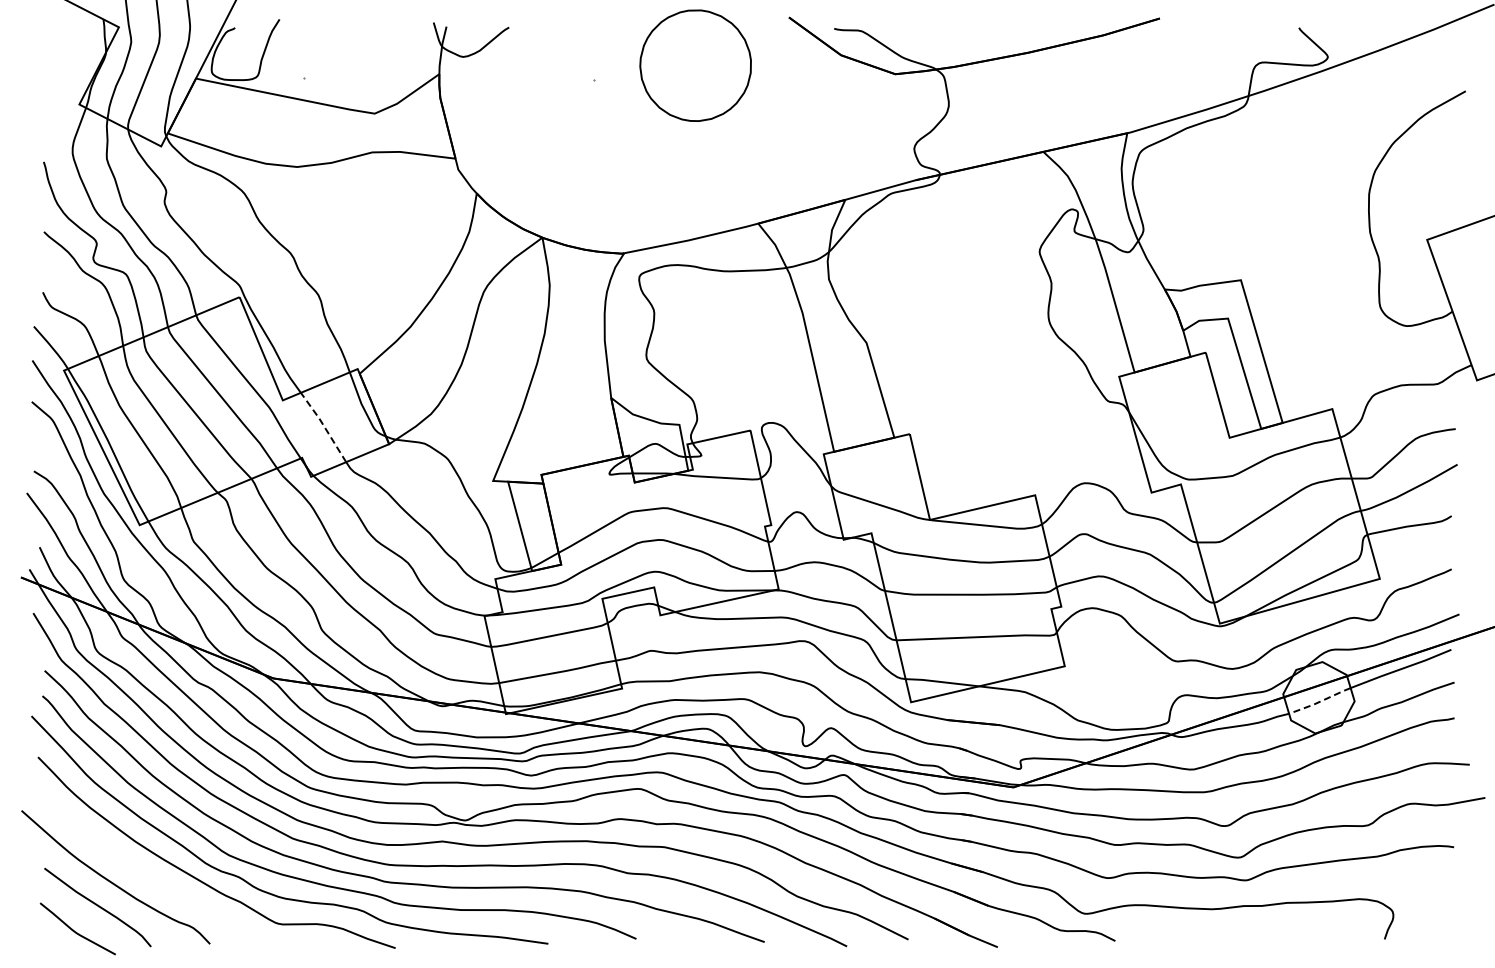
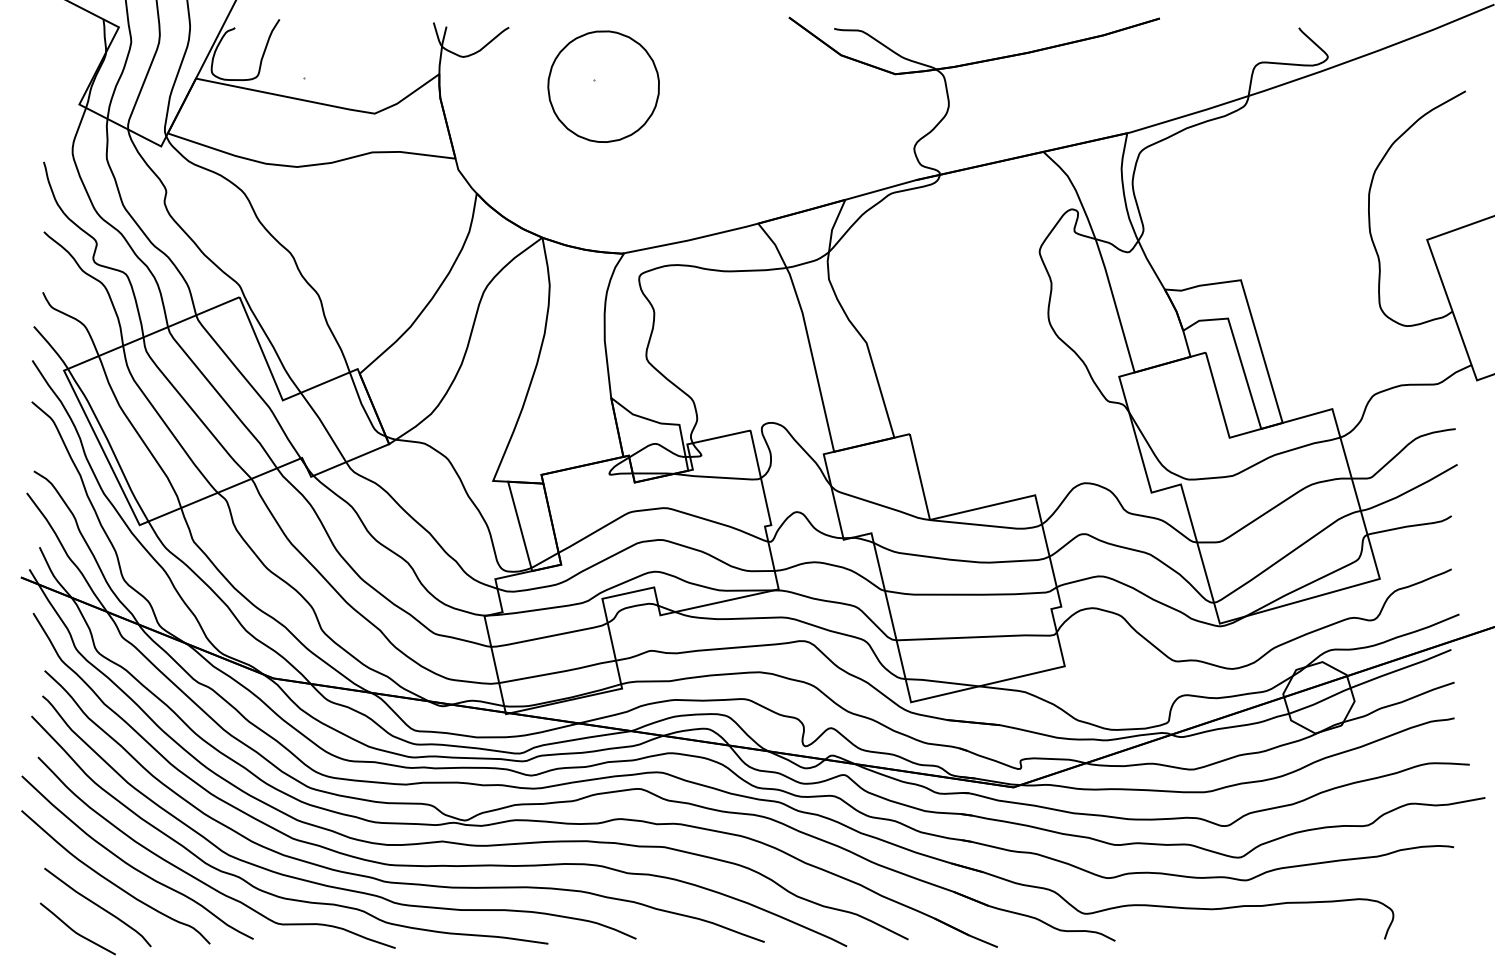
part at (695, 65) position: (695, 65) -> (603, 86)
line at (323, 426): dashed -> solid
line at (1319, 701): dashed -> solid
curve at (133, 866): none -> present
